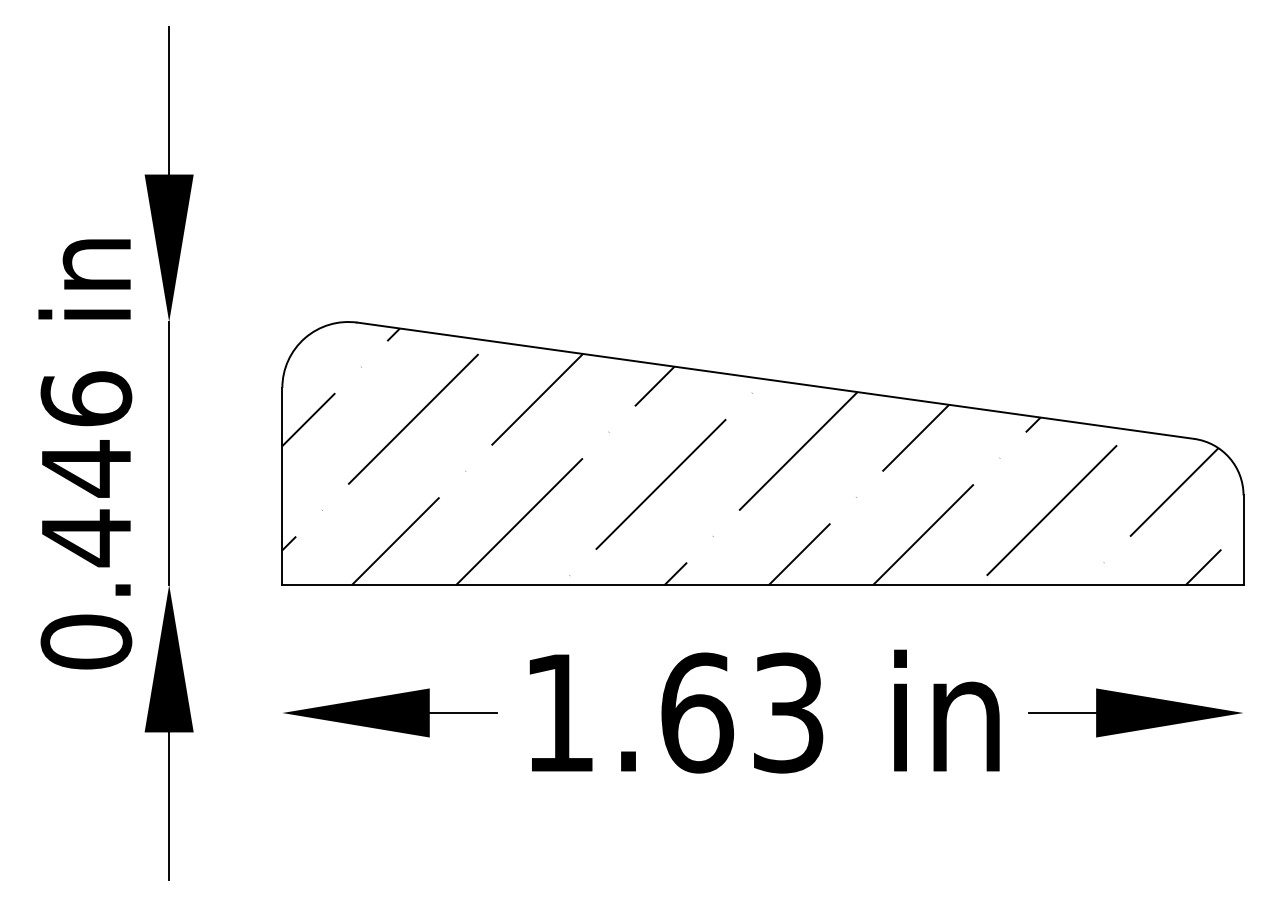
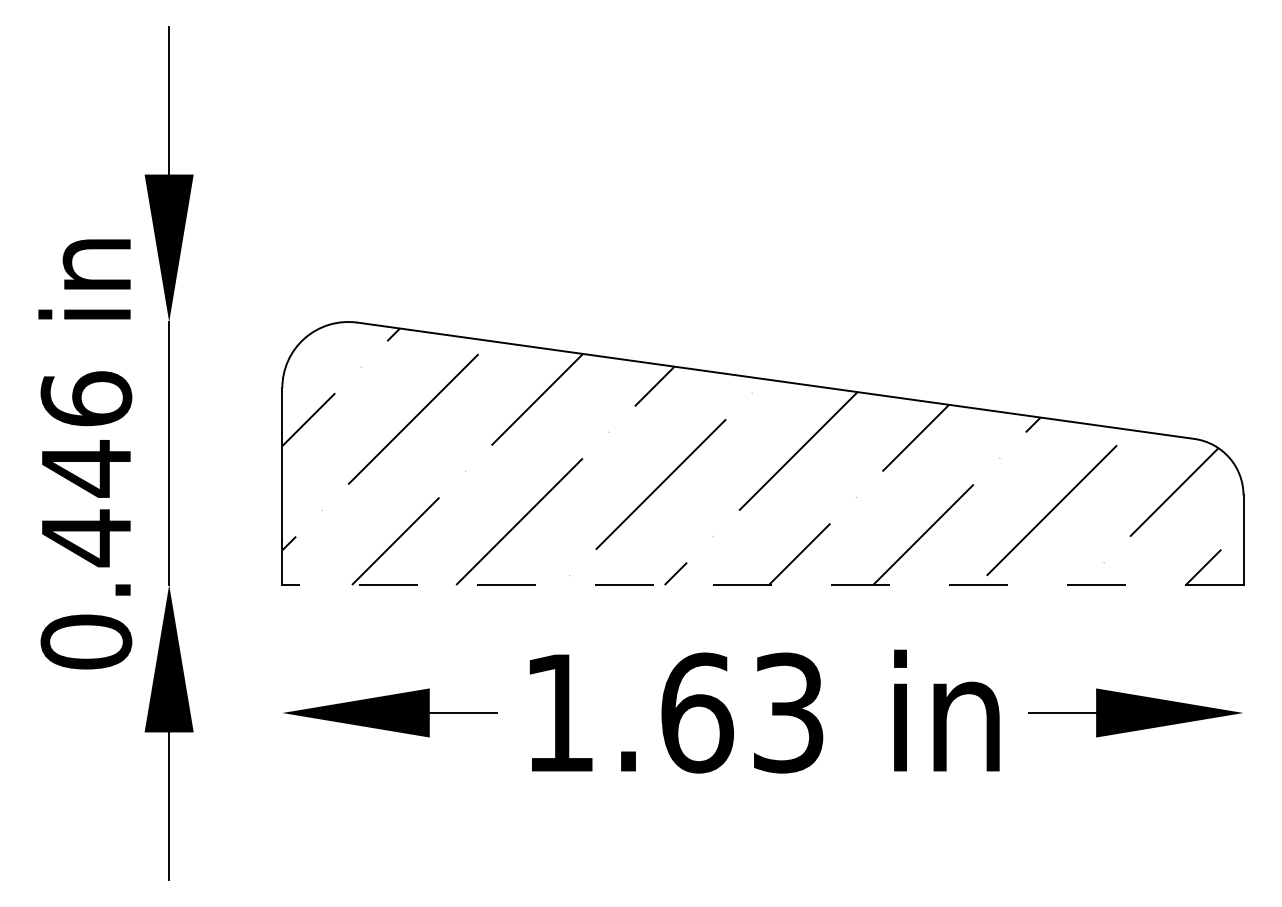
line at (762, 584): solid -> dashed
